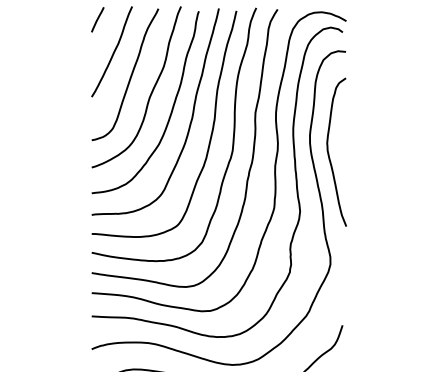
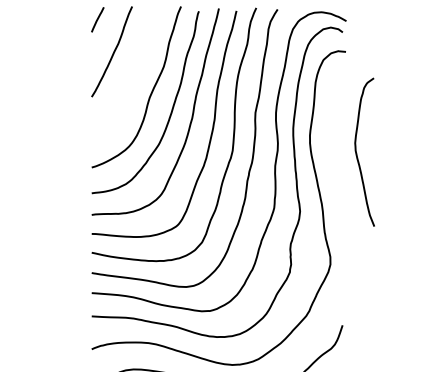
curve at (129, 77): present -> none
curve at (329, 153) position: (329, 153) -> (357, 153)
